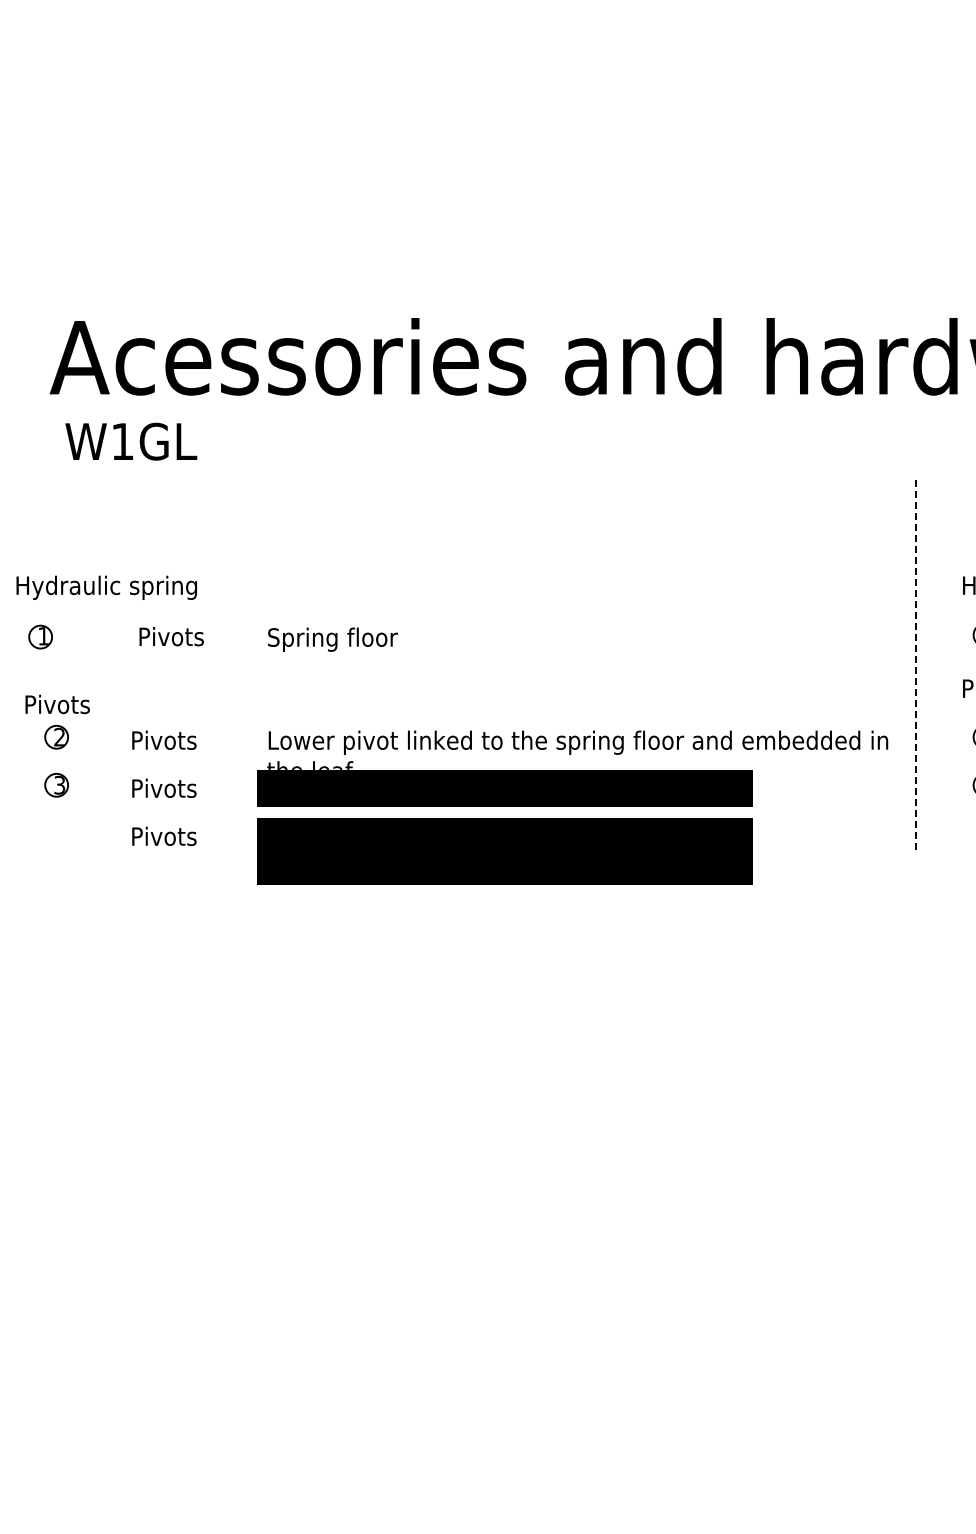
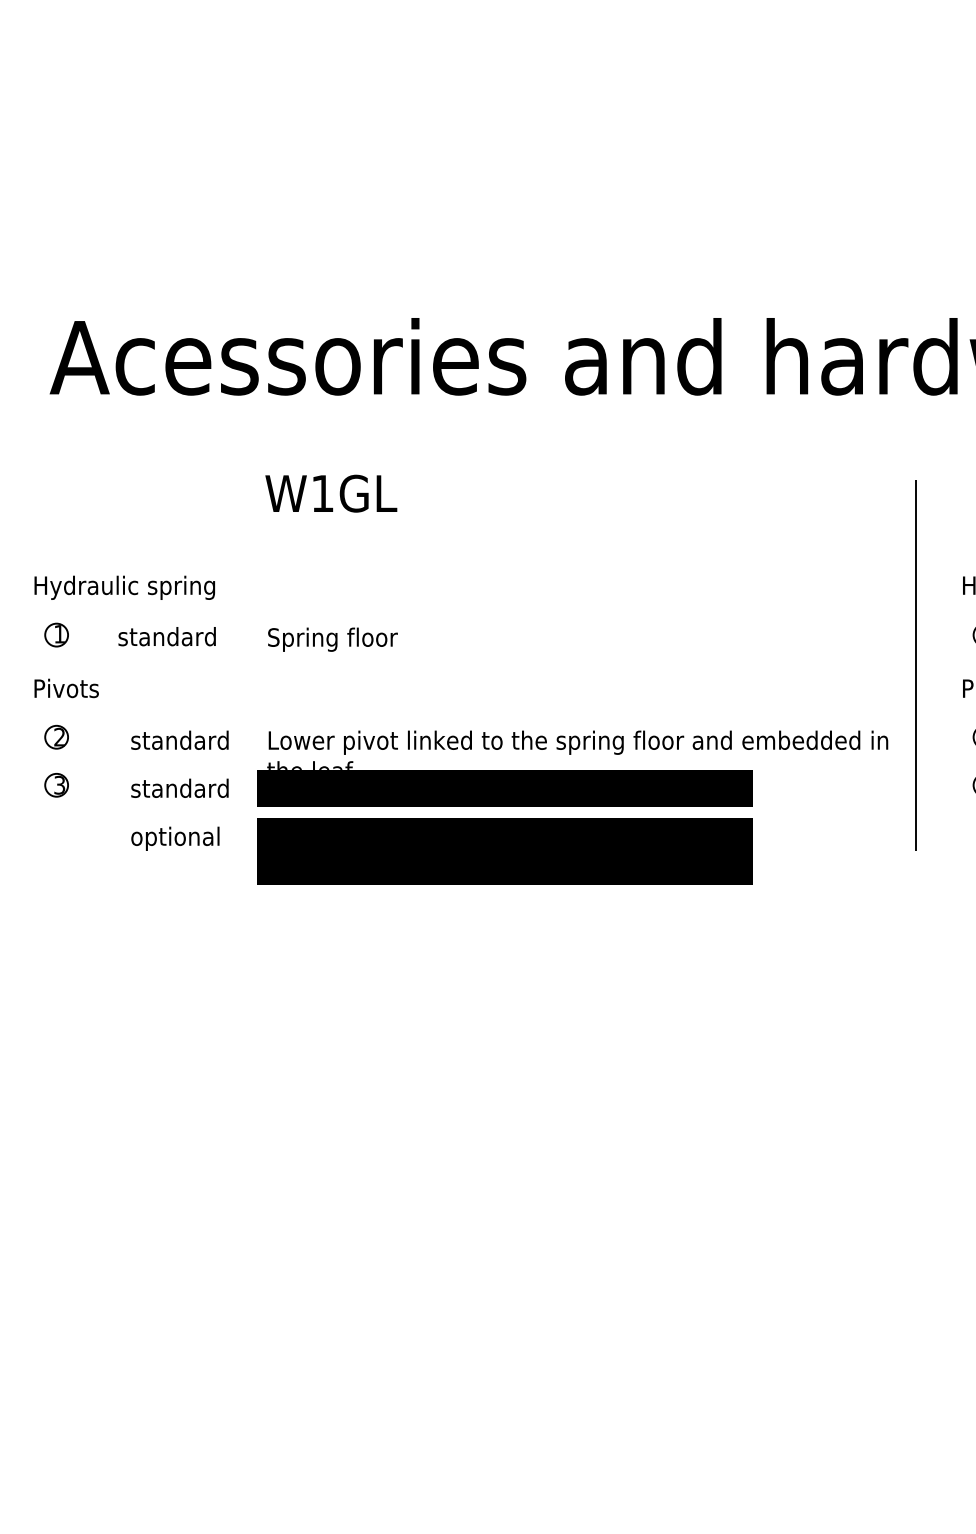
text at (131, 441) position: (131, 441) -> (331, 493)
text at (106, 587) position: (106, 587) -> (124, 587)
part at (40, 636) position: (40, 636) -> (56, 634)
text at (166, 636): Pivots -> standard
line at (915, 665): dashed -> solid
text at (57, 704) position: (57, 704) -> (66, 688)
text at (179, 739): Pivots -> standard
text at (179, 787): Pivots -> standard
text at (175, 838): Pivots -> optional
